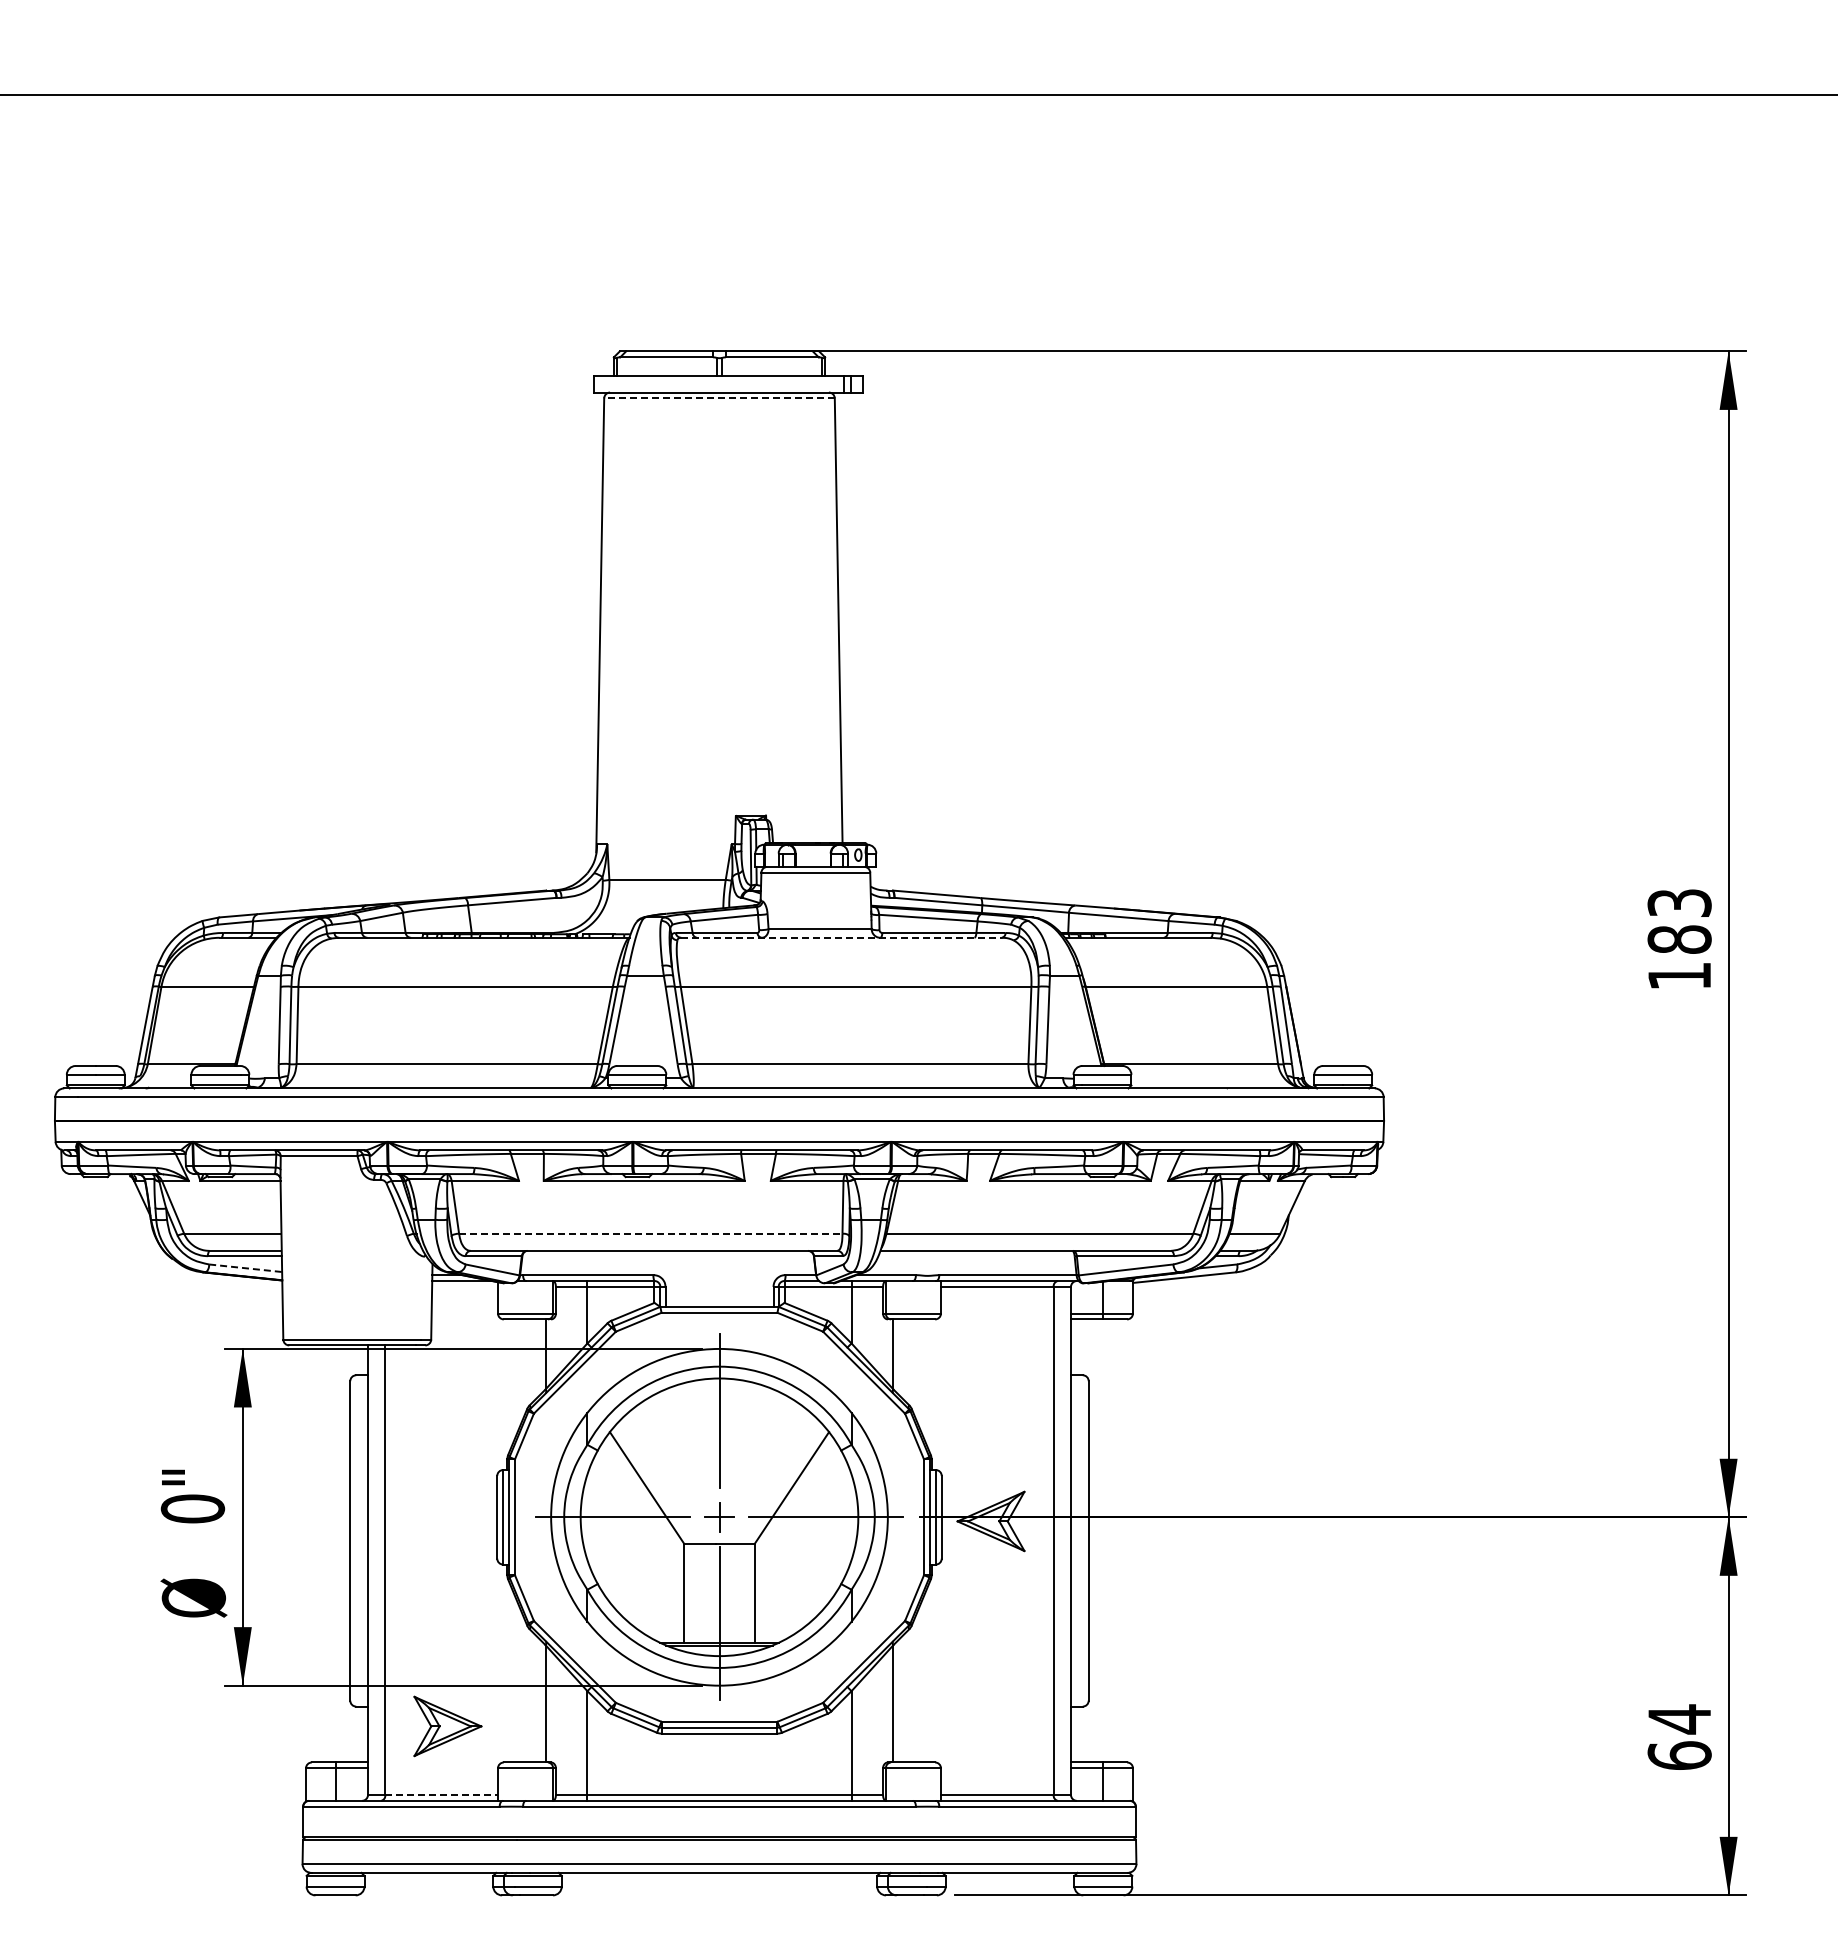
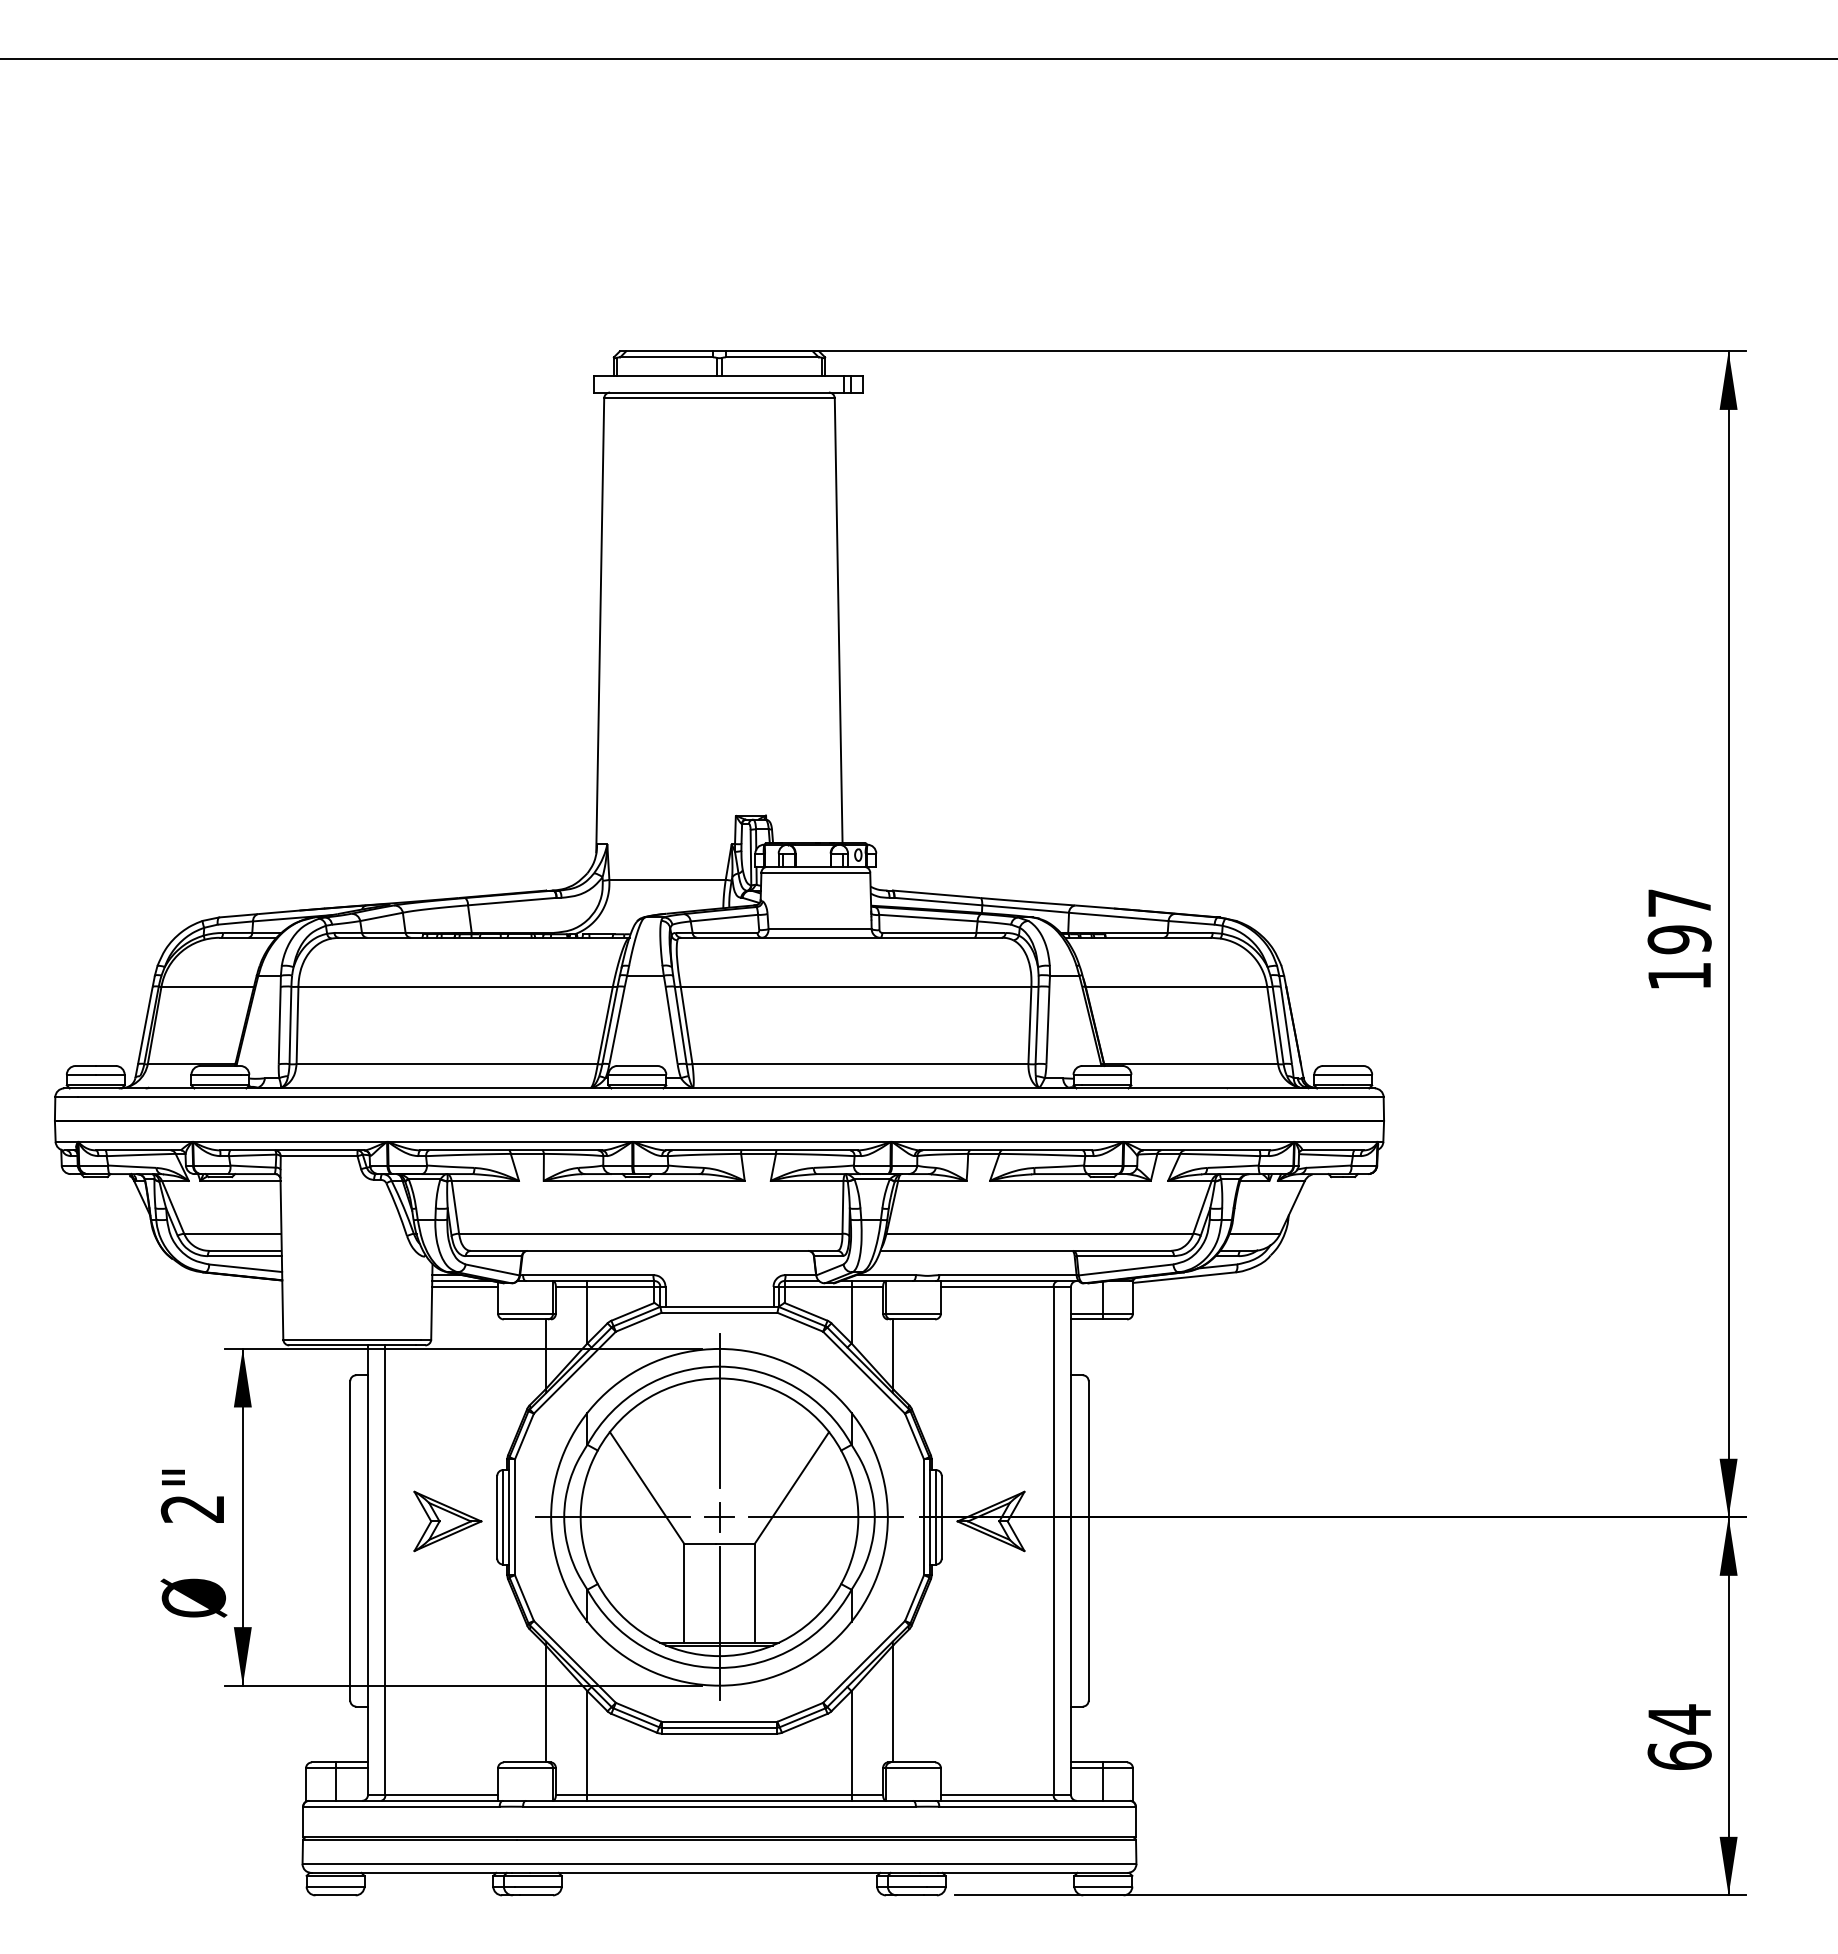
line at (918, 94) position: (918, 94) -> (918, 58)
line at (719, 398): dashed -> solid
text at (1679, 921): 183 -> 197
line at (842, 937): dashed -> solid
line at (650, 1233): dashed -> solid
line at (245, 1268): dashed -> solid
line at (464, 1286): none -> present
text at (192, 1508): 0" -> 2"
part at (447, 1726) position: (447, 1726) -> (447, 1521)
line at (442, 1794): dashed -> solid
